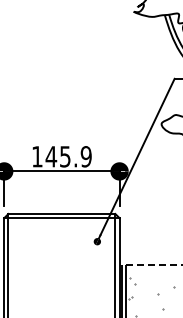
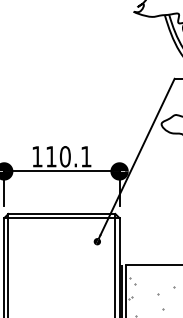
text at (68, 156): 145.9 -> 110.1
line at (154, 264): dashed -> solid
